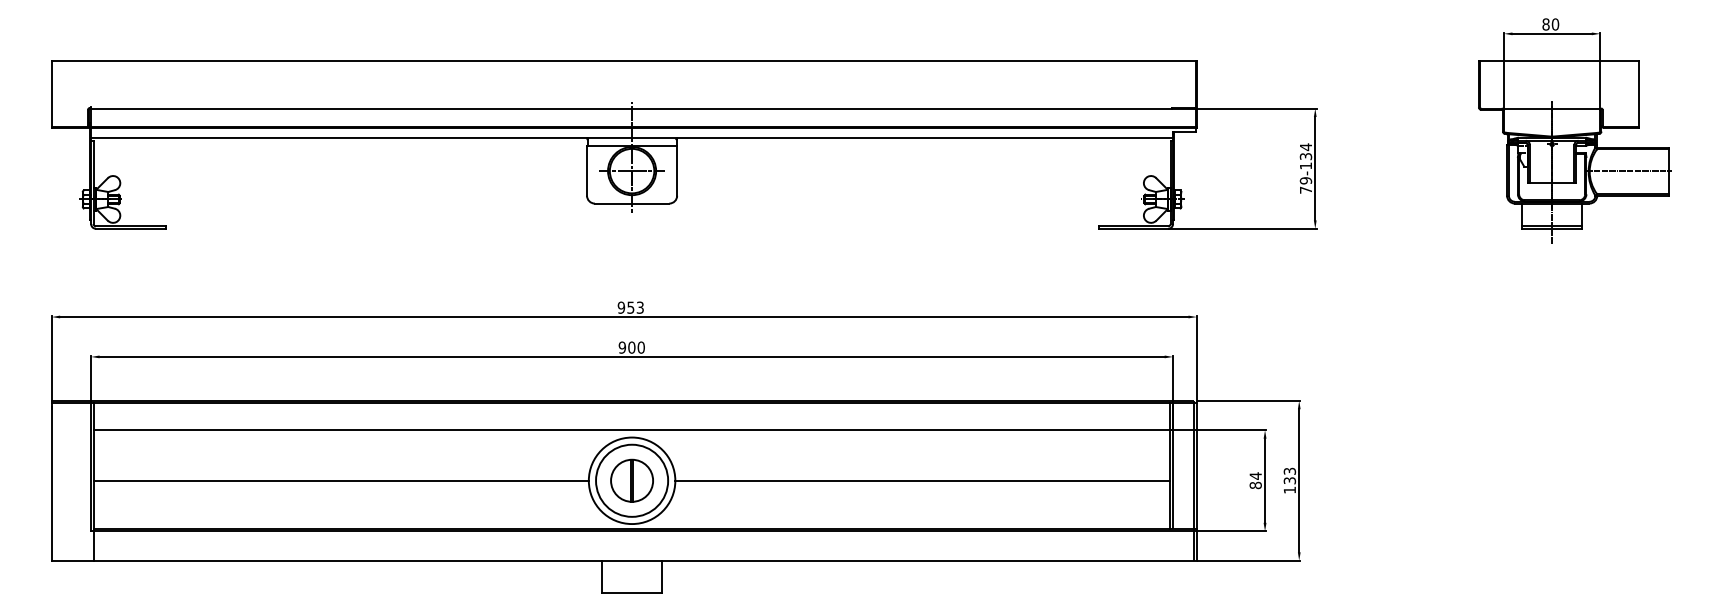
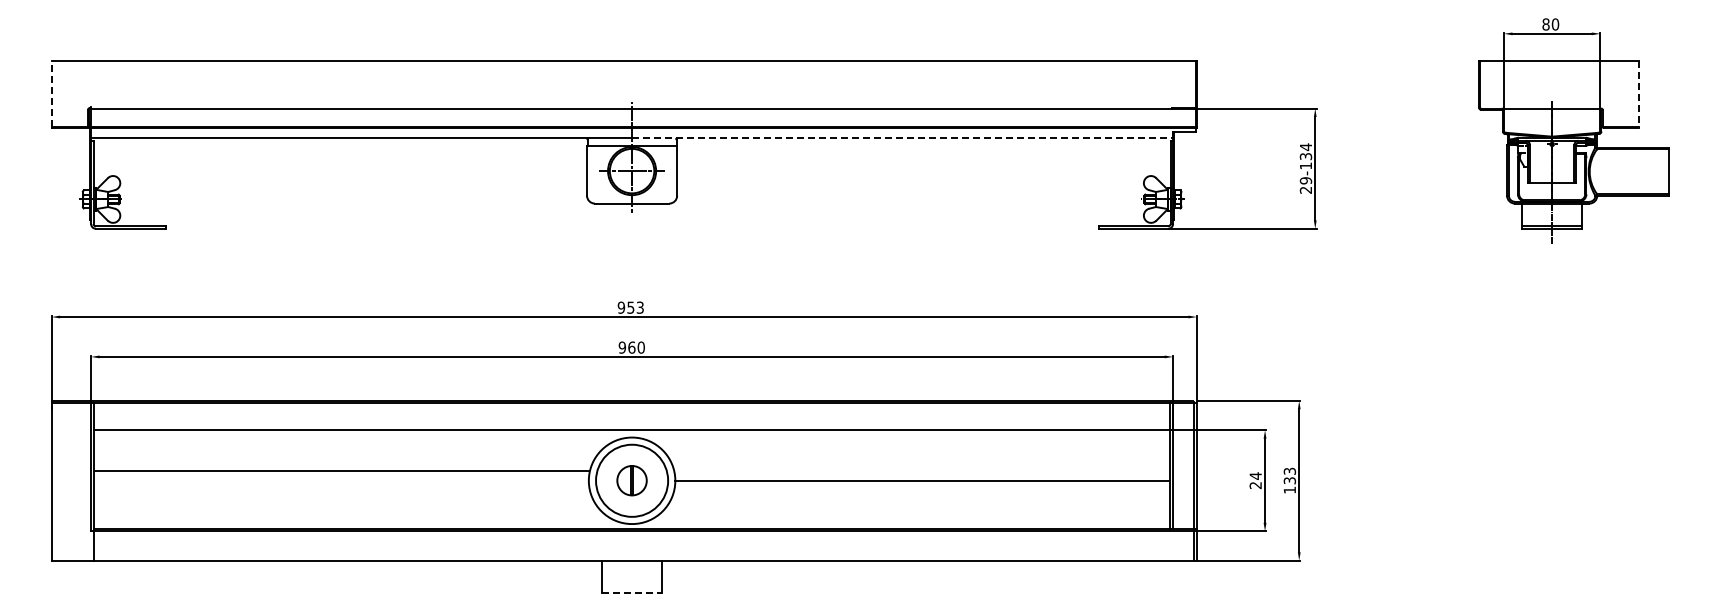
line at (51, 93): solid -> dashed
line at (1638, 94): solid -> dashed
line at (903, 137): solid -> dashed
line at (1628, 171): present -> none
text at (1305, 189): 79-134 -> 29-134
text at (631, 347): 900 -> 960
line at (340, 480) position: (340, 480) -> (340, 470)
part at (631, 480) size: 44x45 px -> 32x32 px
text at (1255, 485): 84 -> 24
line at (632, 592): solid -> dashed
